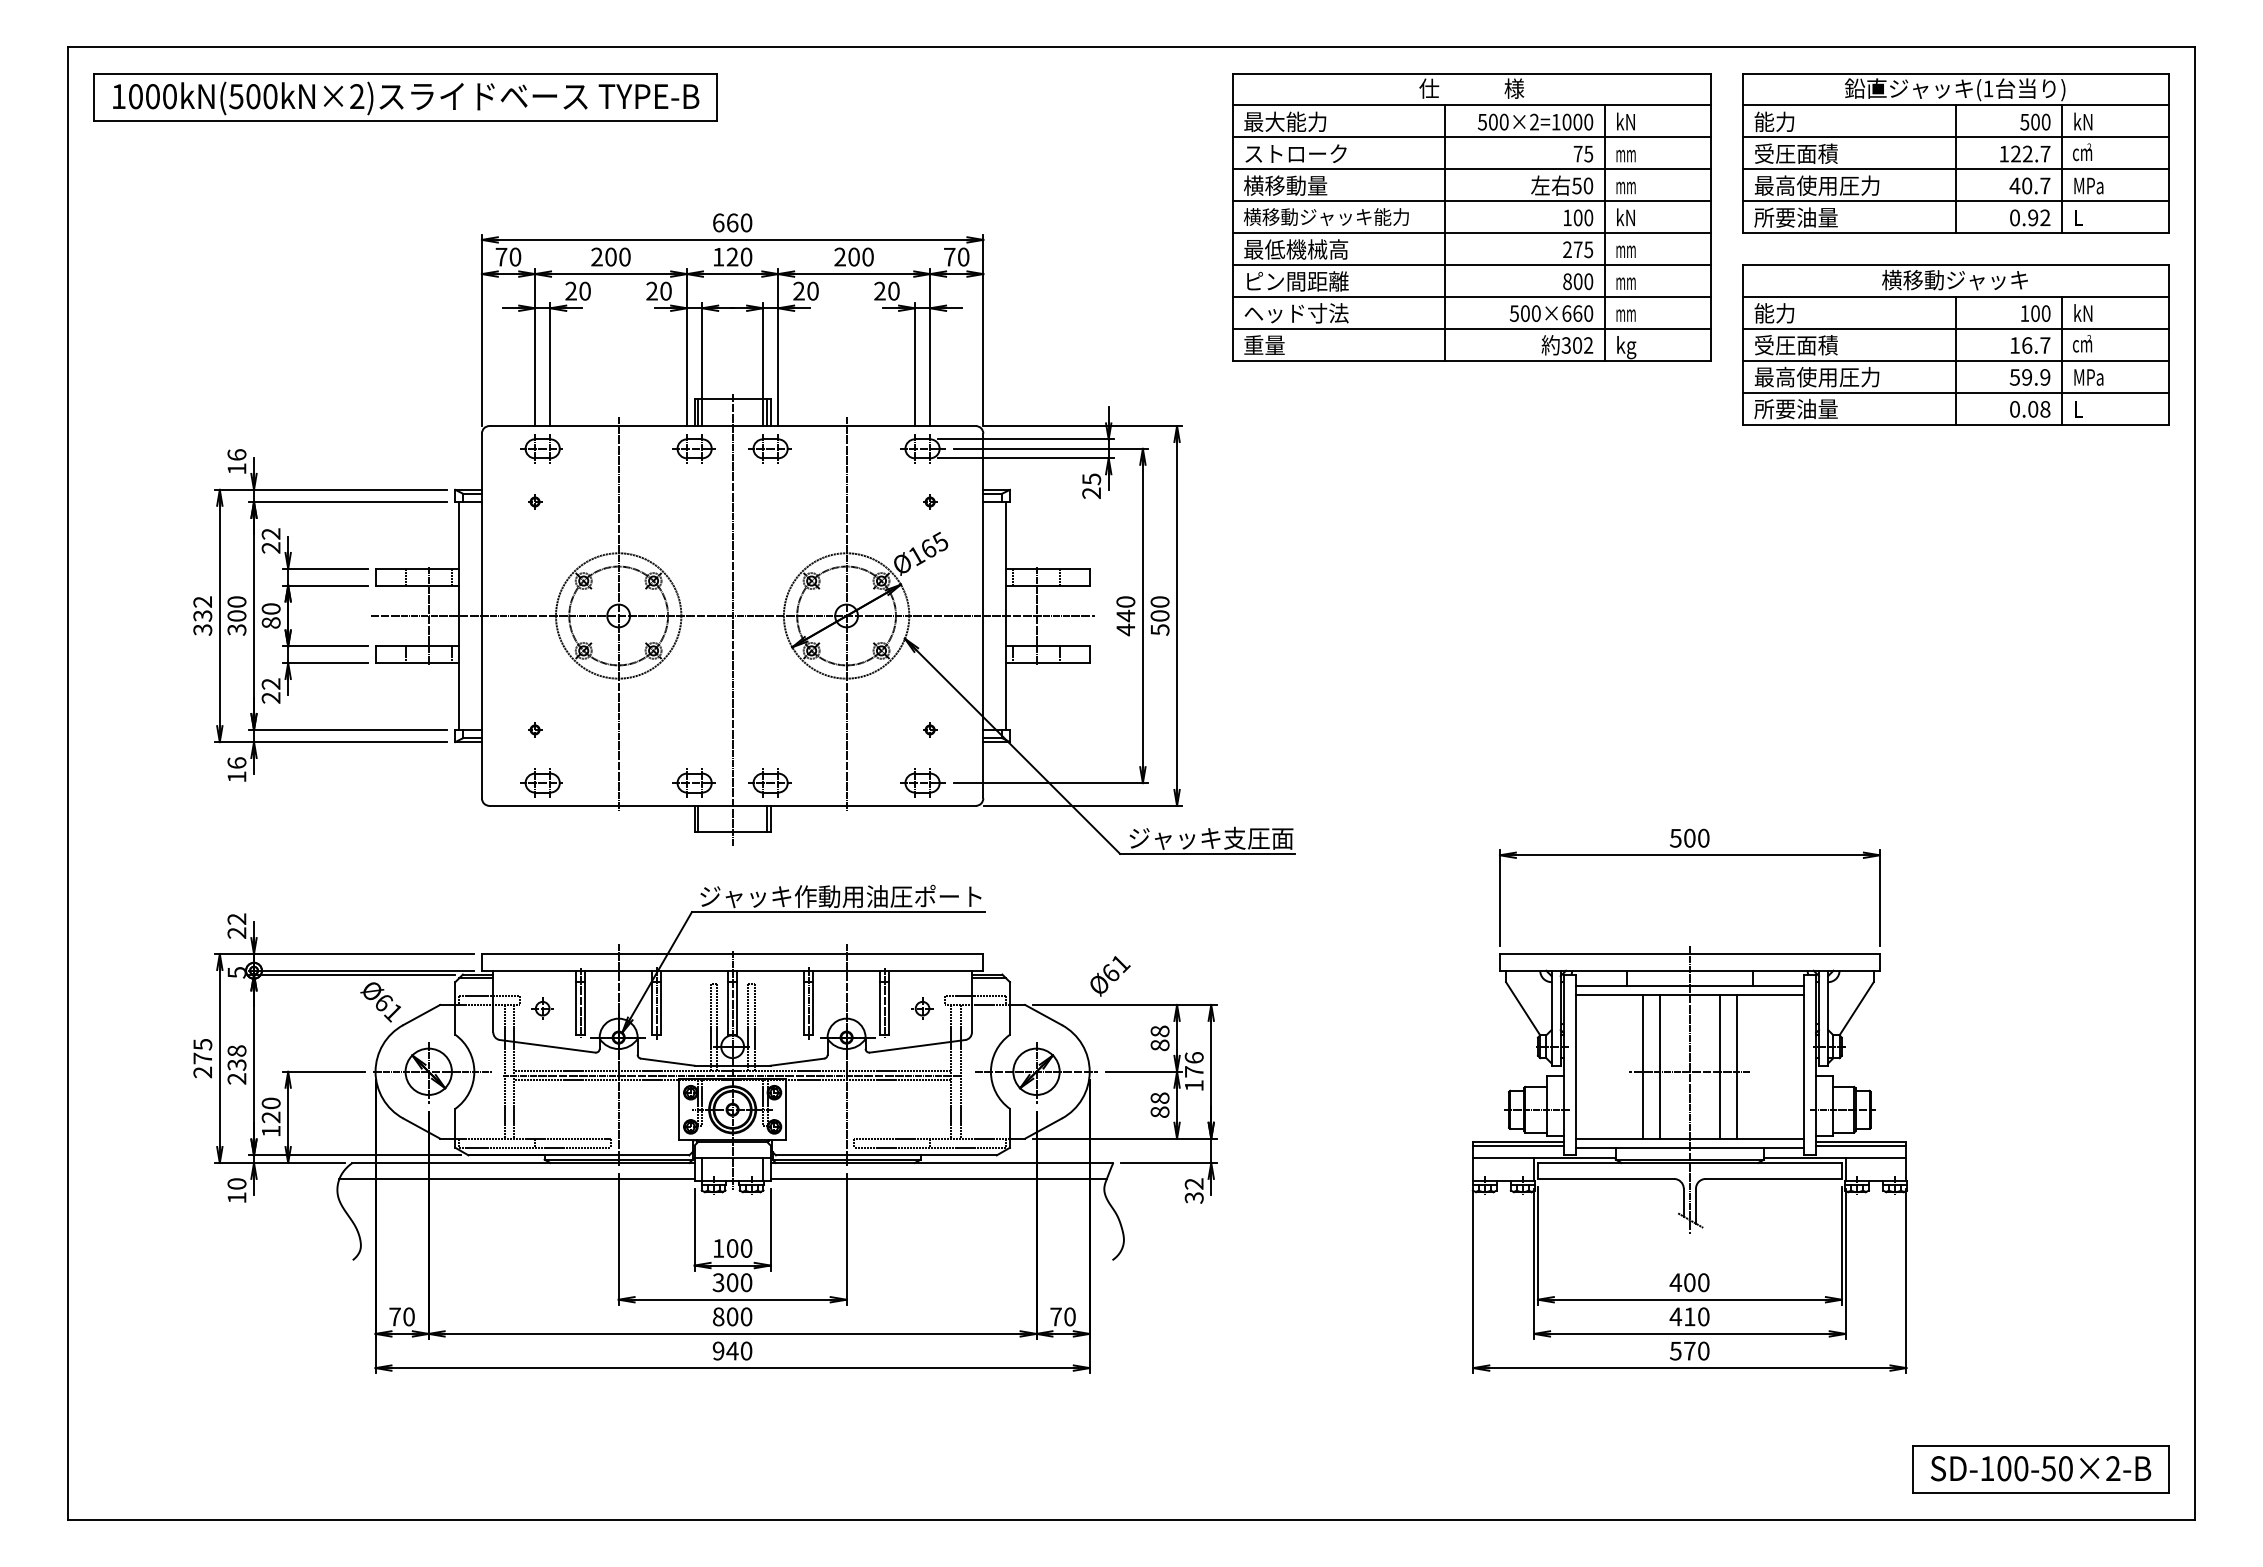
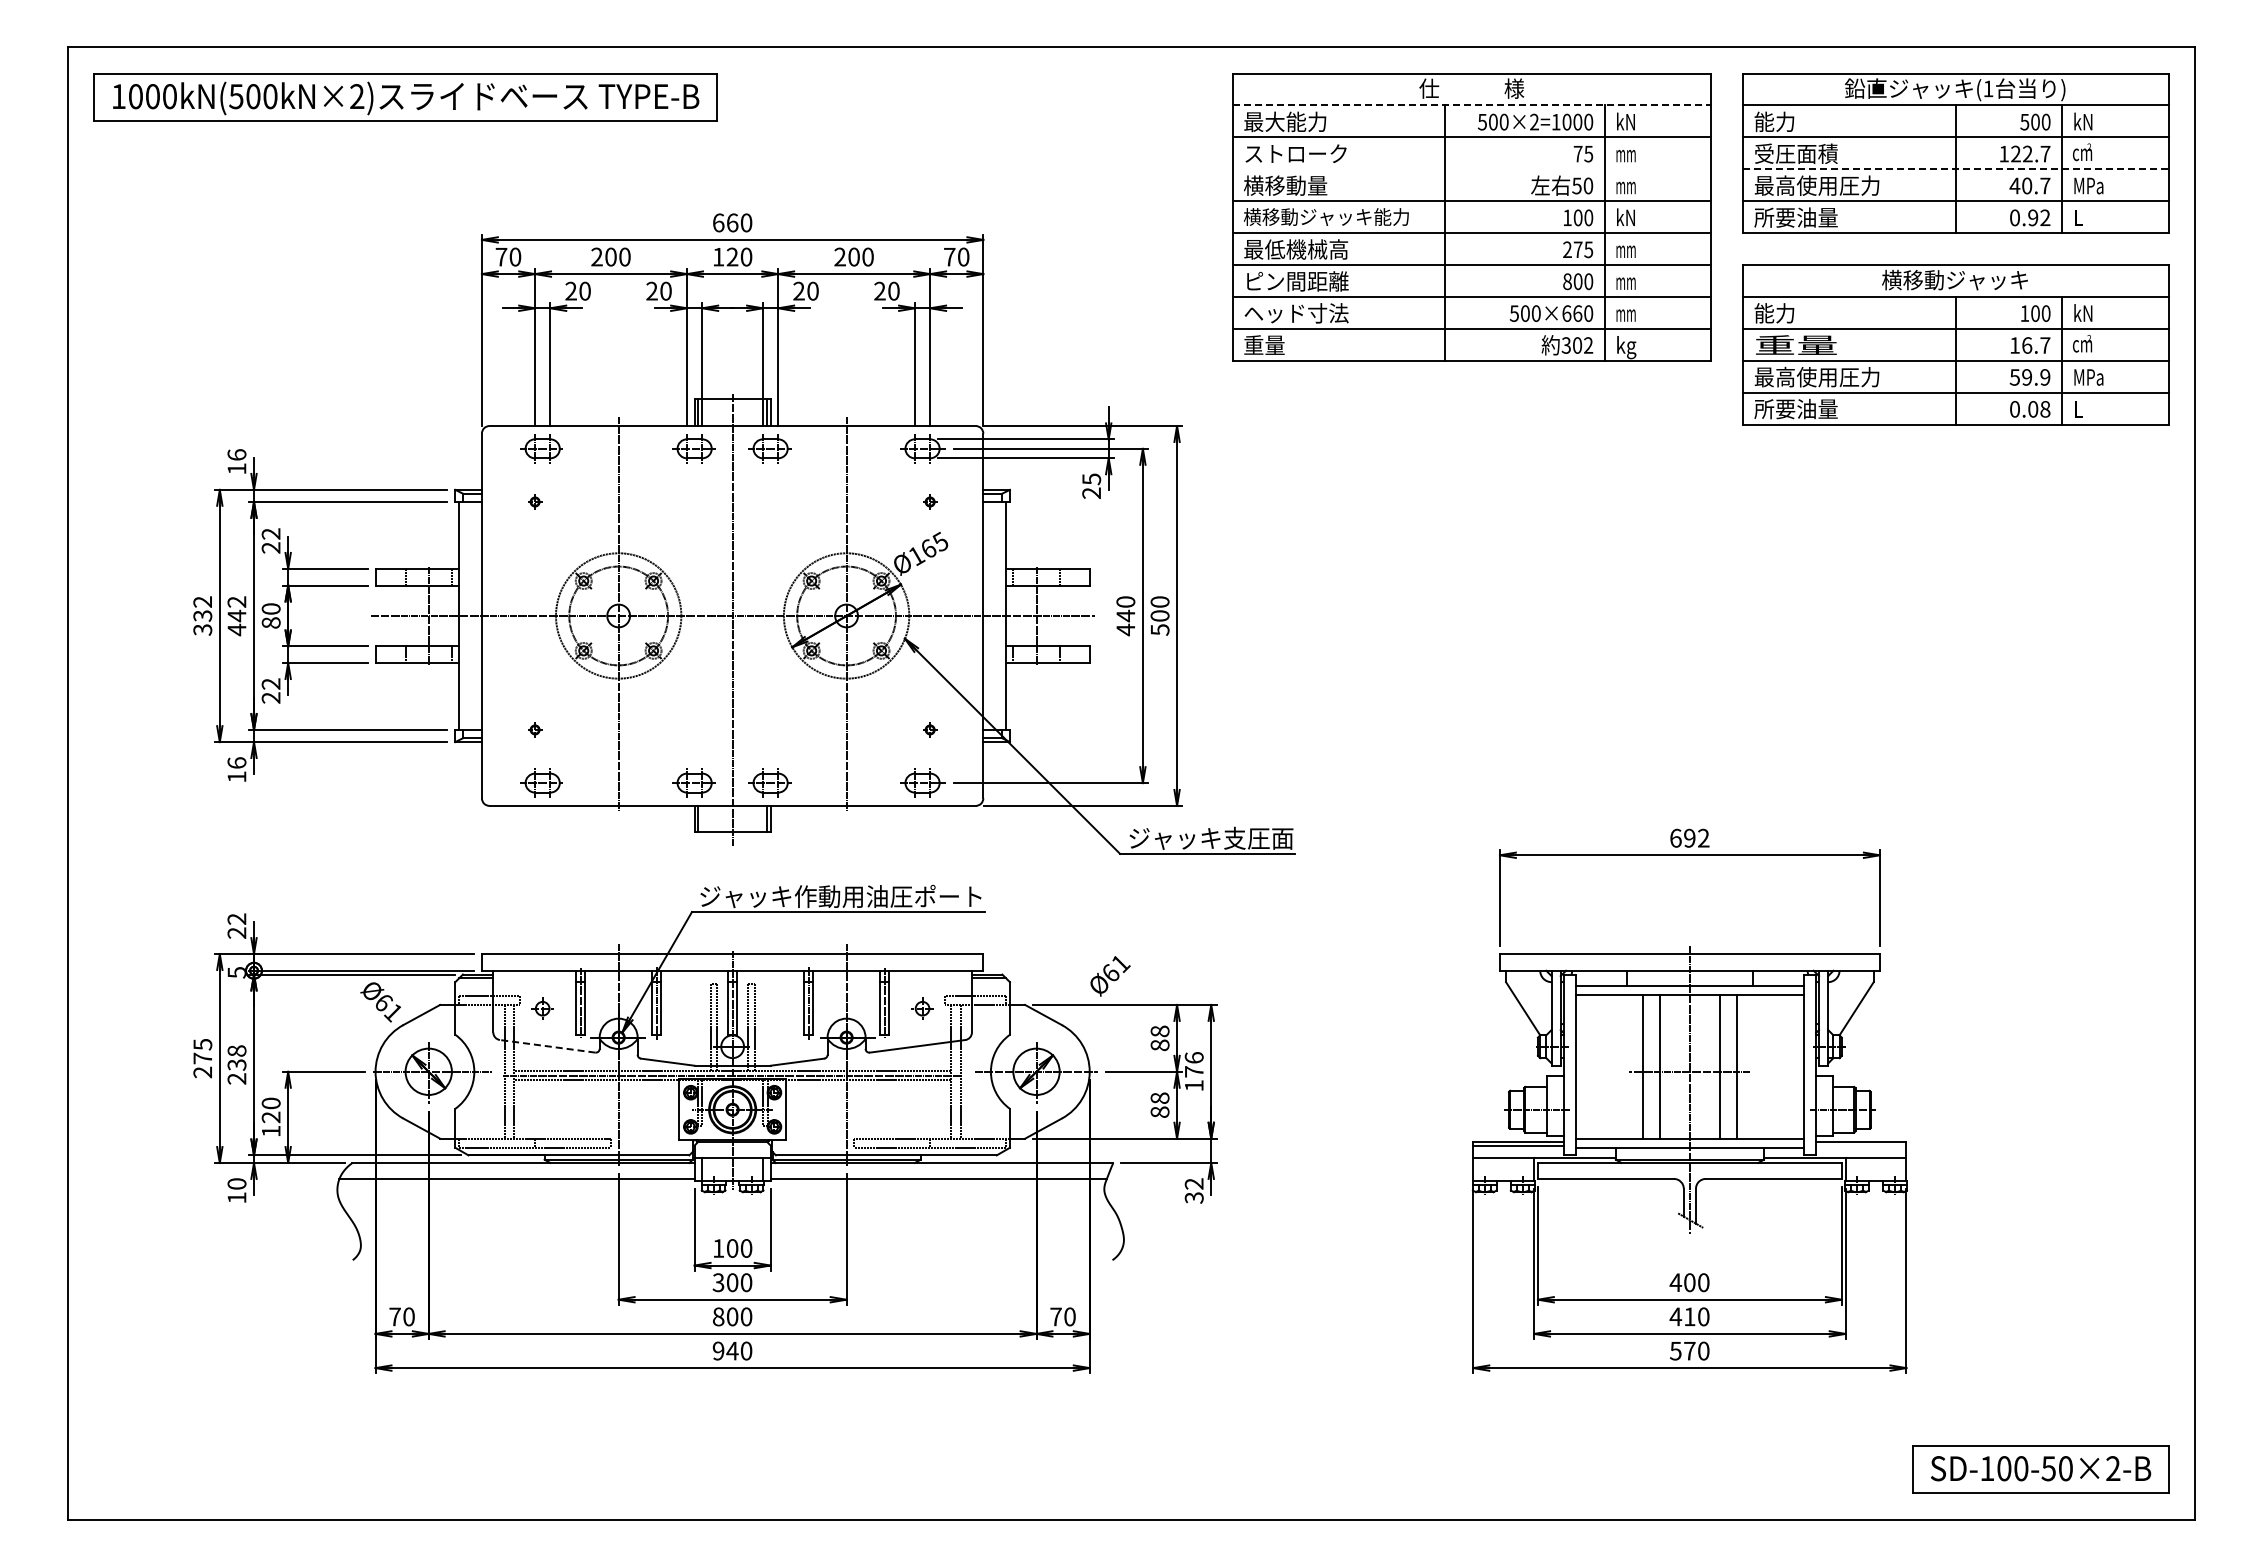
line at (1472, 105): solid -> dashed
line at (1471, 169): present -> none
line at (1955, 169): solid -> dashed
text at (1796, 345): 受圧面積 -> 重量
text at (236, 616): 300 -> 442
text at (1689, 837): 500 -> 692
line at (547, 1046): solid -> dashed
line at (1861, 1145): present -> none
